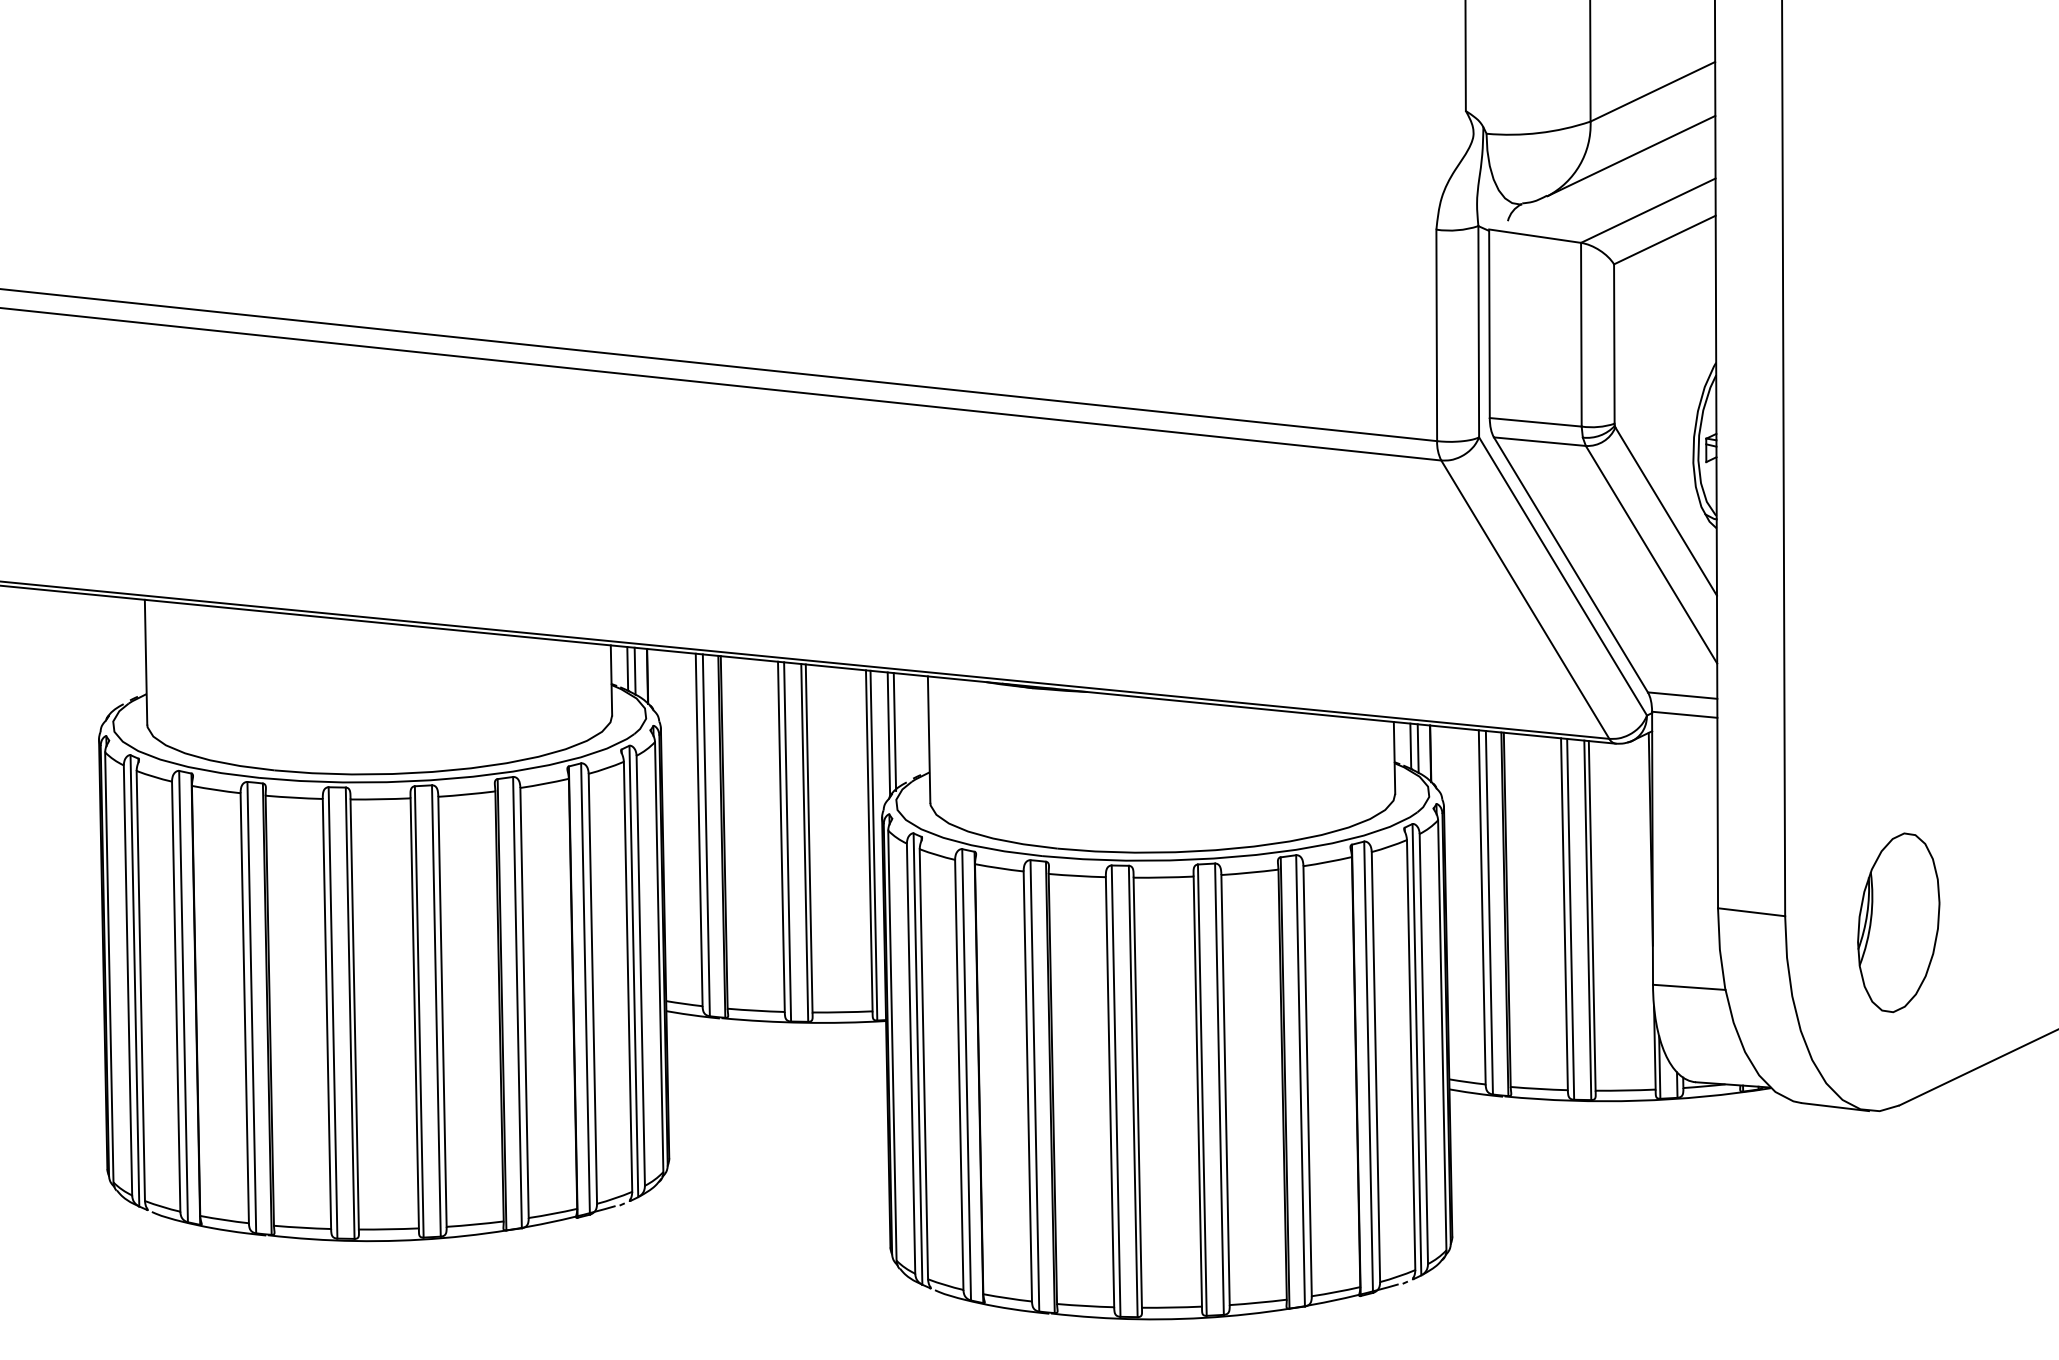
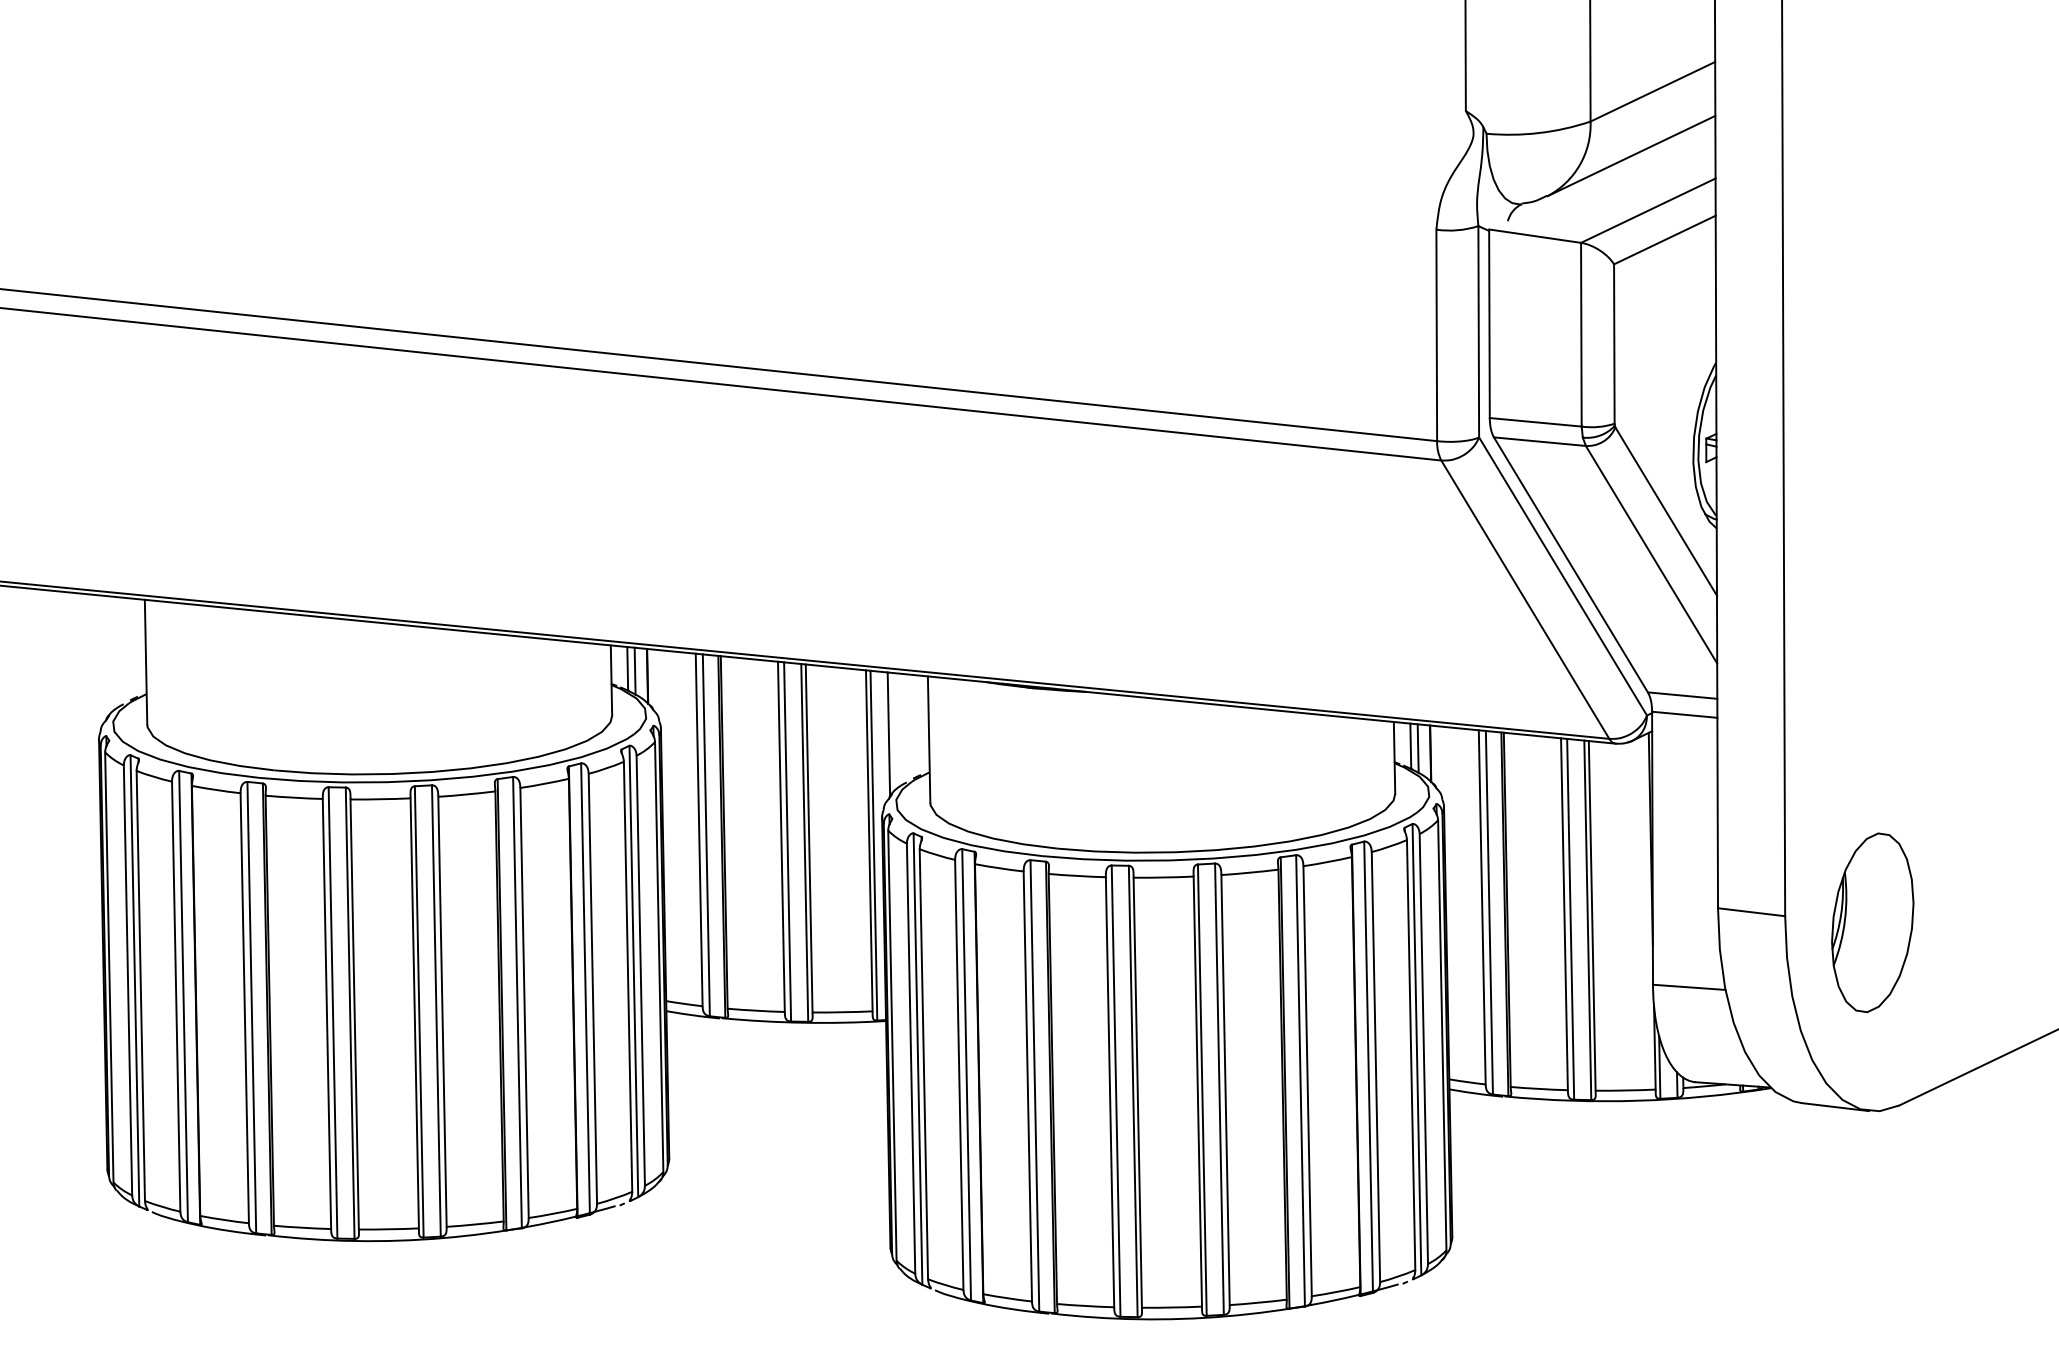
line at (894, 731): present -> none
part at (1898, 922) position: (1898, 922) -> (1872, 922)
